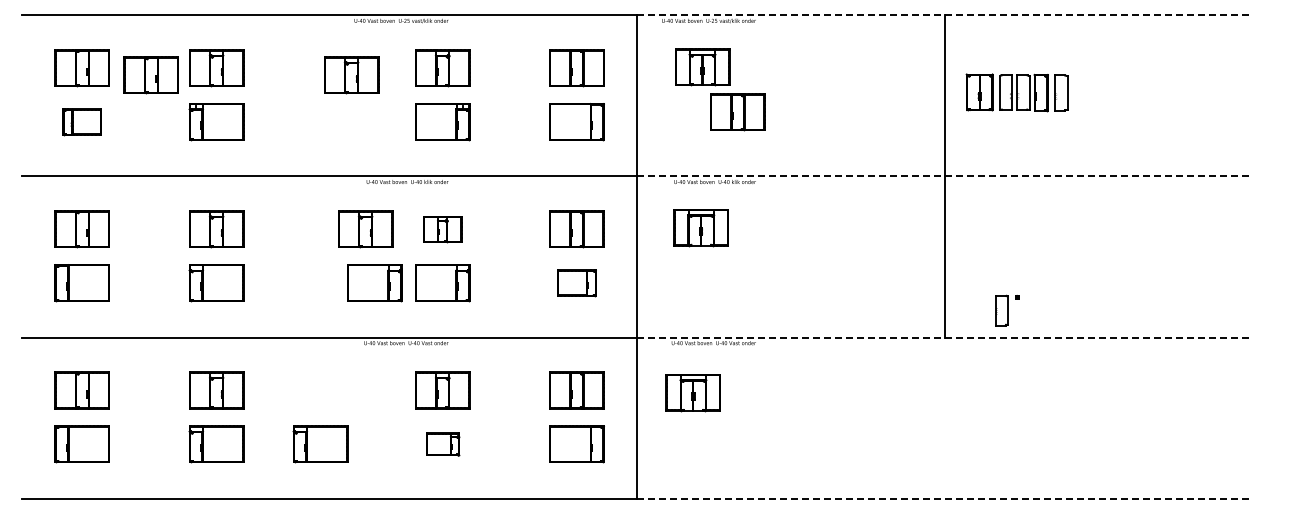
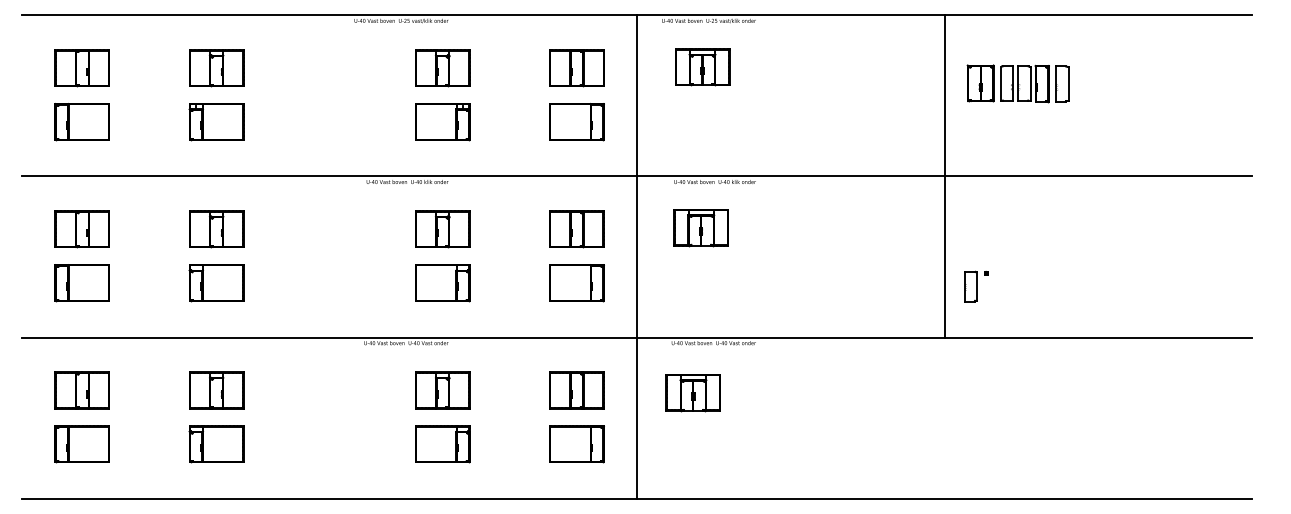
line at (944, 15): dashed -> solid
part at (150, 75): present -> none
part at (351, 75): present -> none
part at (1016, 92) position: (1016, 92) -> (1017, 83)
part at (737, 112): present -> none
part at (81, 122) size: 40x29 px -> 56x39 px
line at (944, 176): dashed -> solid
part at (365, 229): present -> none
part at (442, 229) size: 40x28 px -> 56x39 px
part at (374, 283): present -> none
part at (576, 283) size: 40x29 px -> 56x39 px
part at (1007, 310) position: (1007, 310) -> (976, 286)
line at (944, 337): dashed -> solid
part at (320, 444): present -> none
part at (443, 444) size: 35x25 px -> 56x39 px
line at (944, 498): dashed -> solid
